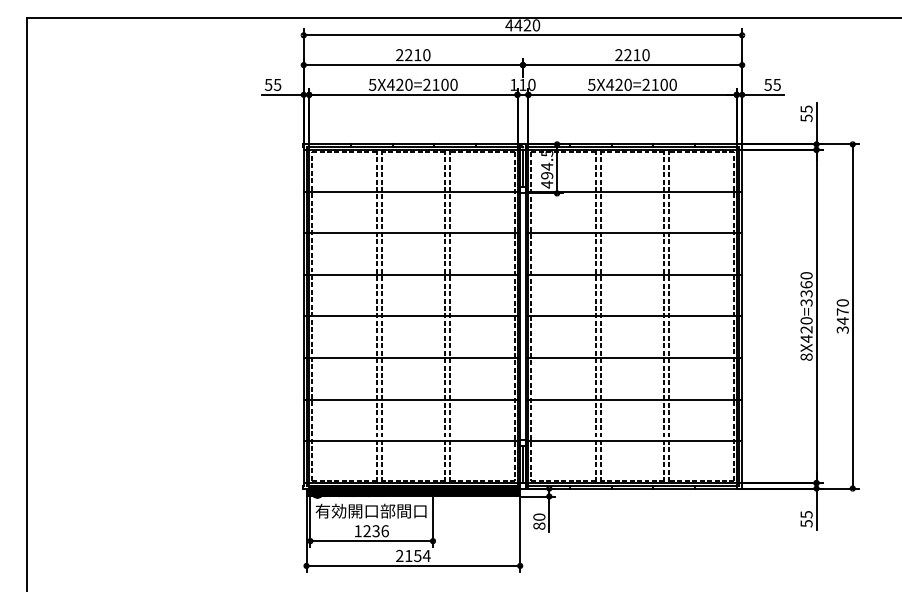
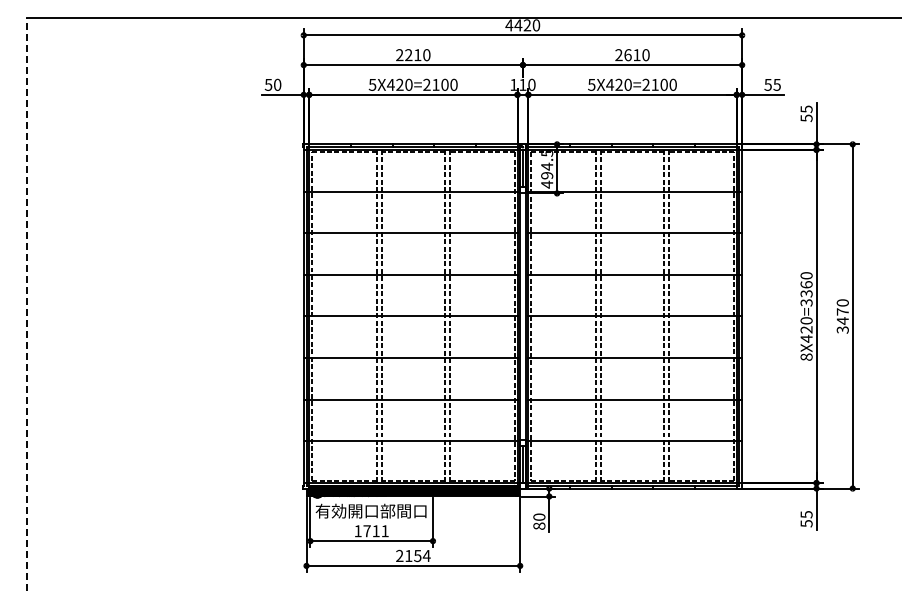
text at (627, 55): 2210 -> 2610
text at (277, 84): 55 -> 50
line at (27, 304): solid -> dashed
text at (375, 531): 1236 -> 1711
